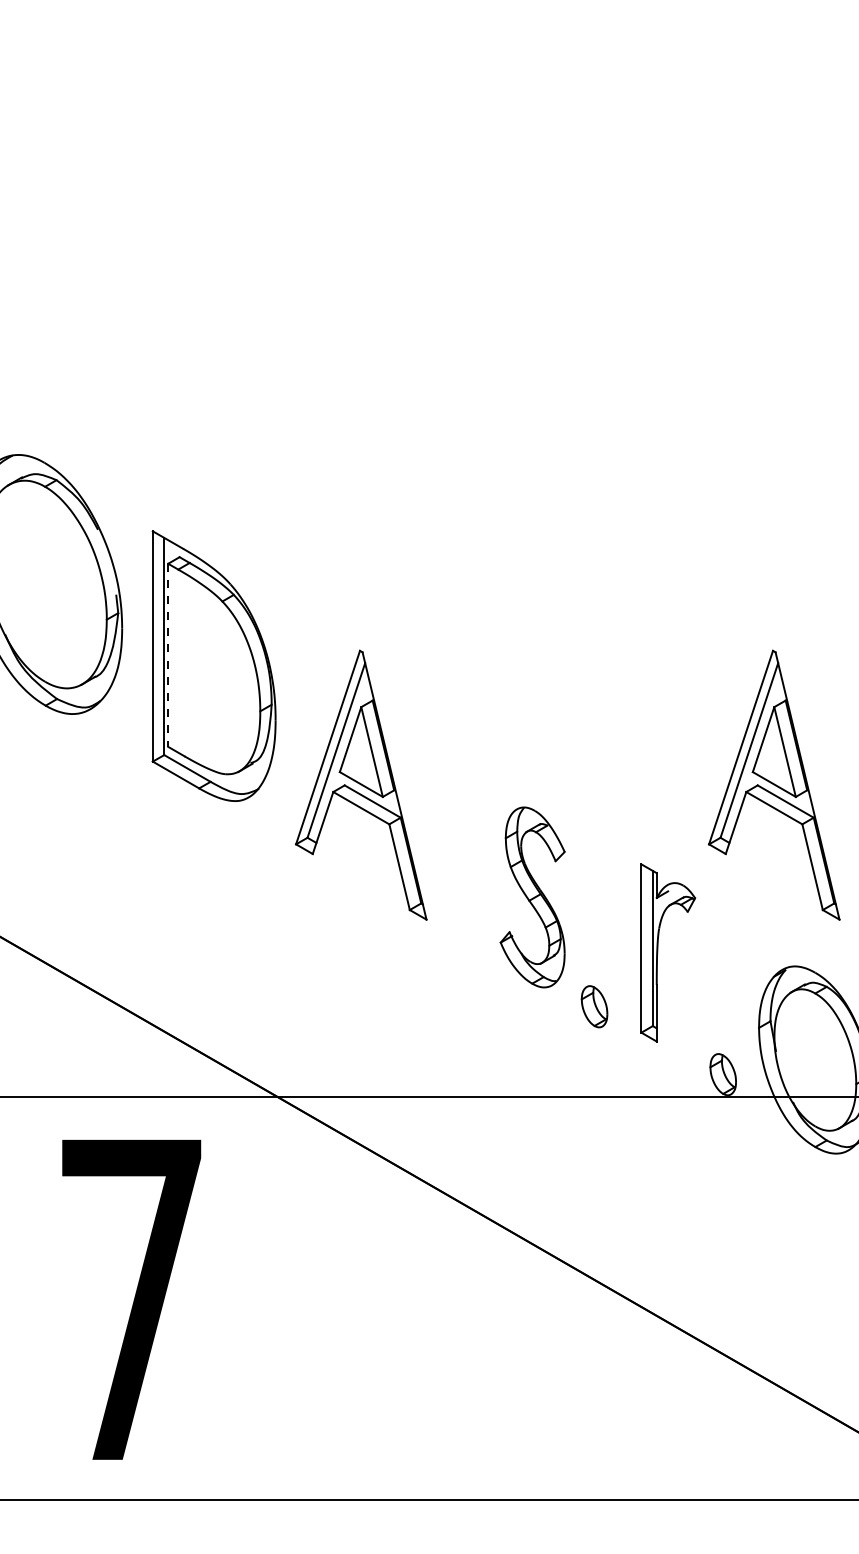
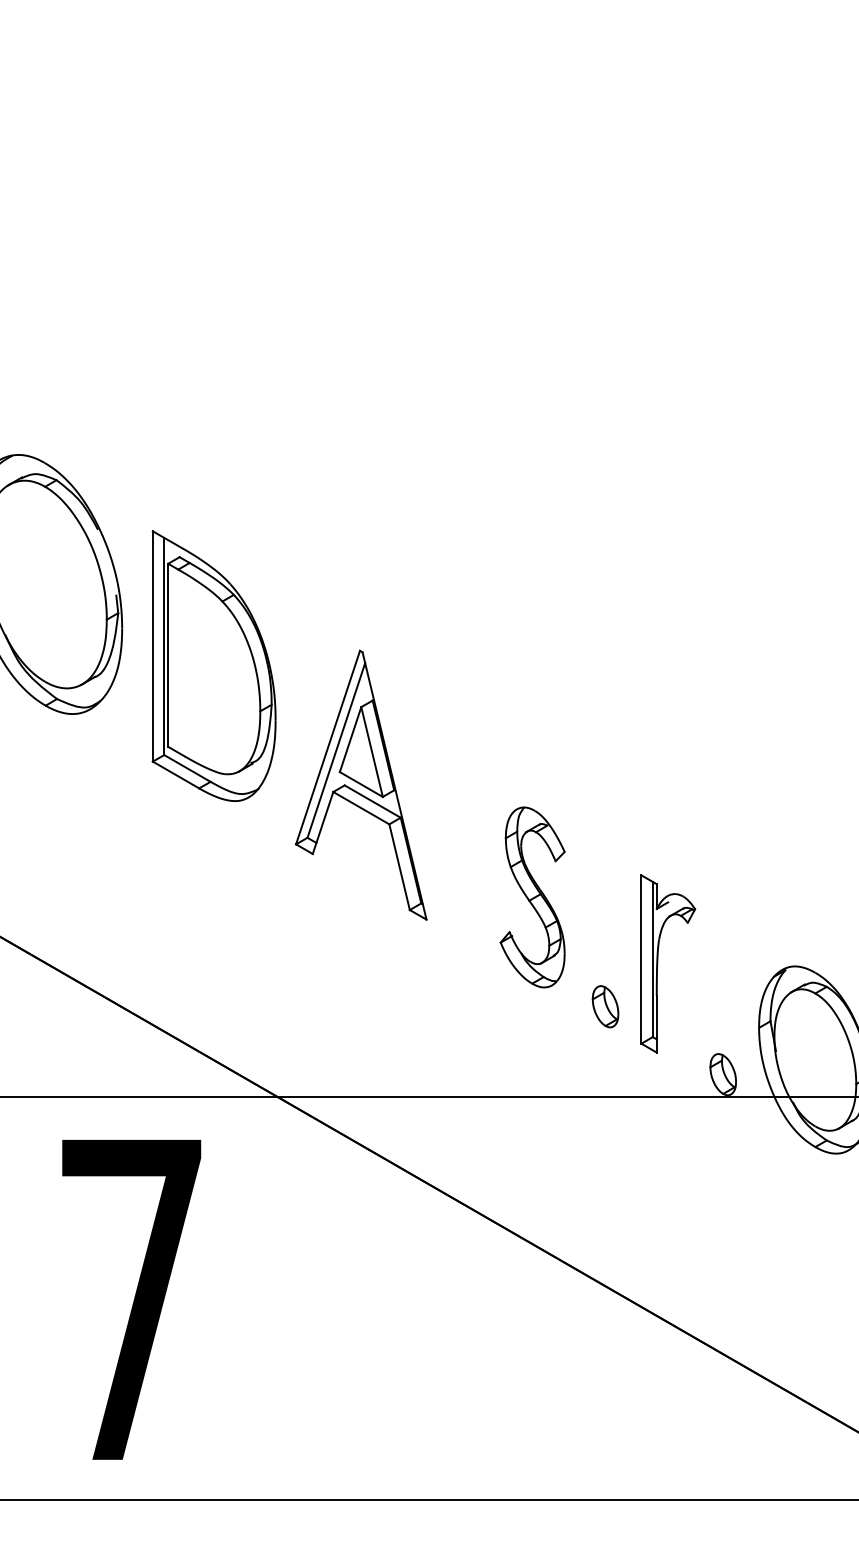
line at (168, 655): dashed -> solid
part at (774, 784): present -> none
part at (658, 952) position: (658, 952) -> (658, 963)
part at (594, 1006) position: (594, 1006) -> (605, 1006)
